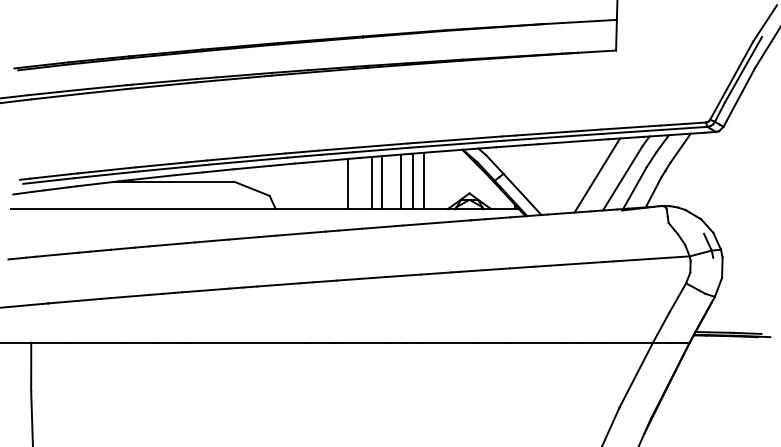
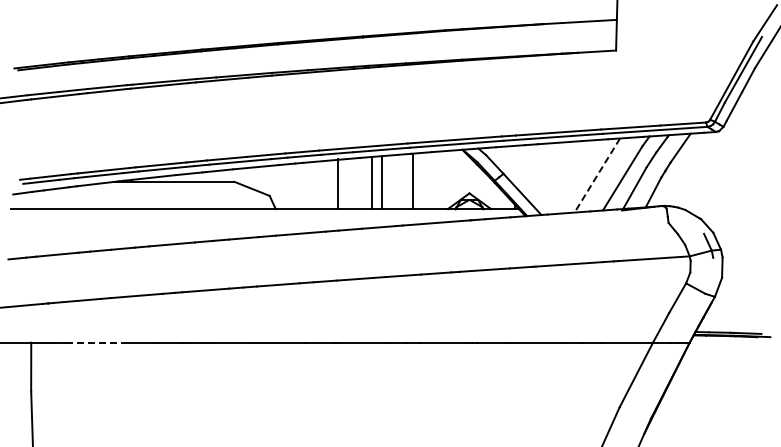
line at (597, 175): solid -> dashed
line at (423, 180): present -> none
line at (401, 181): present -> none
line at (347, 184) position: (347, 184) -> (337, 184)
line at (96, 342): solid -> dashed
